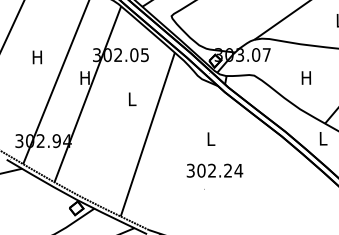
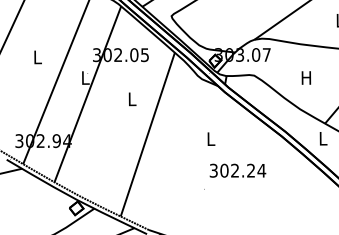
text at (37, 57): H -> L
text at (84, 77): H -> L
text at (214, 170) position: (214, 170) -> (237, 170)
